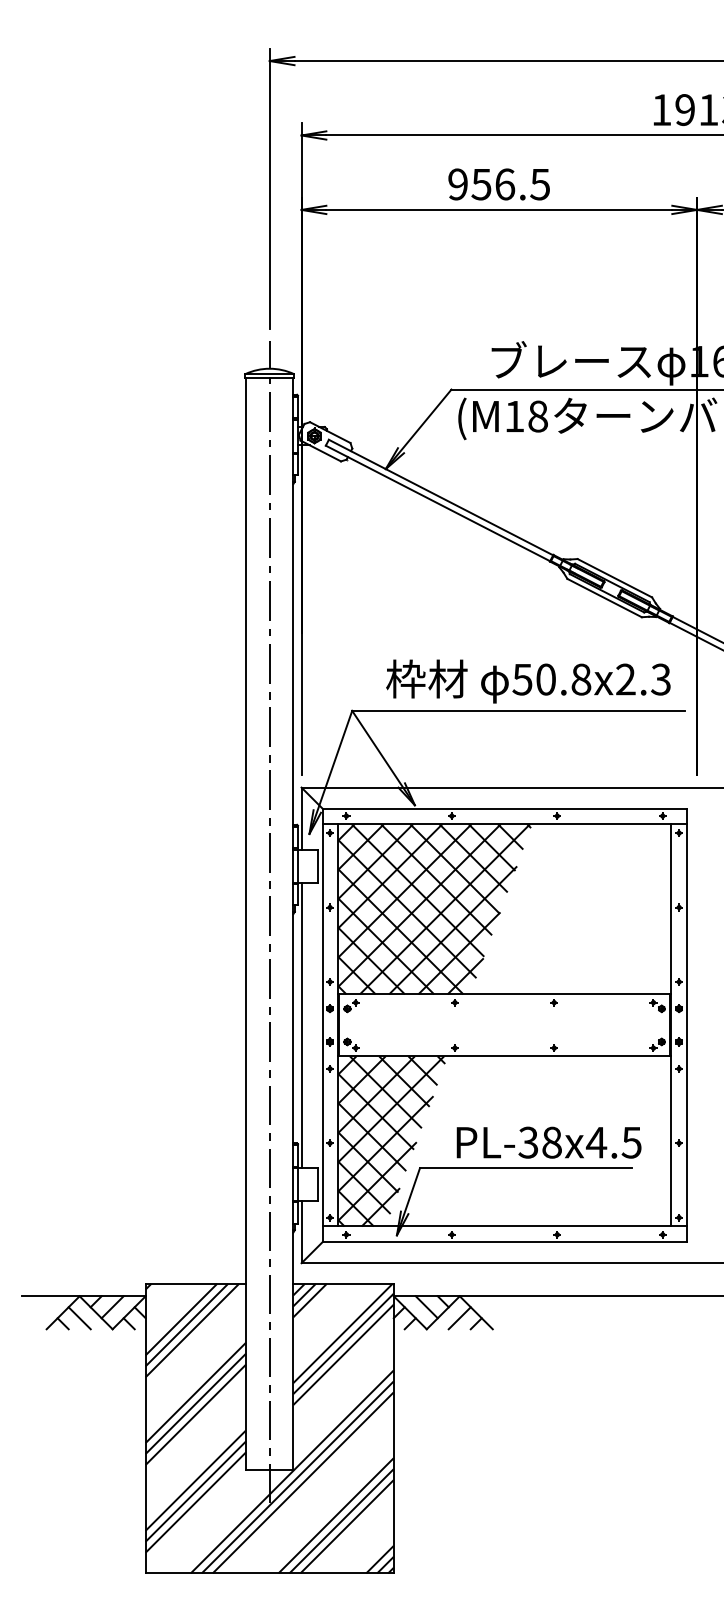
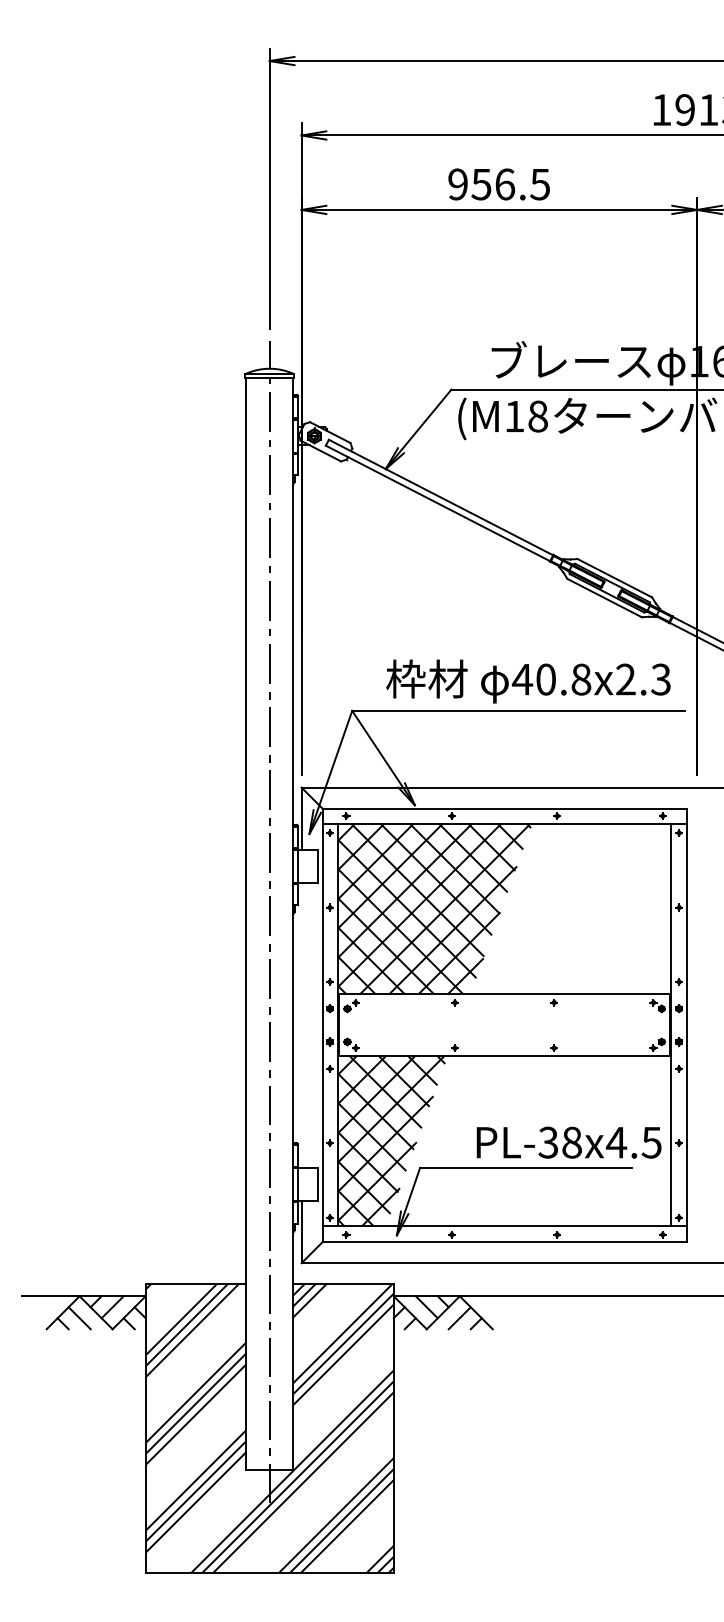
text at (522, 679): 50.8x2.3 -> 40.8x2.3
line at (301, 1025): present -> none
text at (548, 1142) position: (548, 1142) -> (568, 1142)
